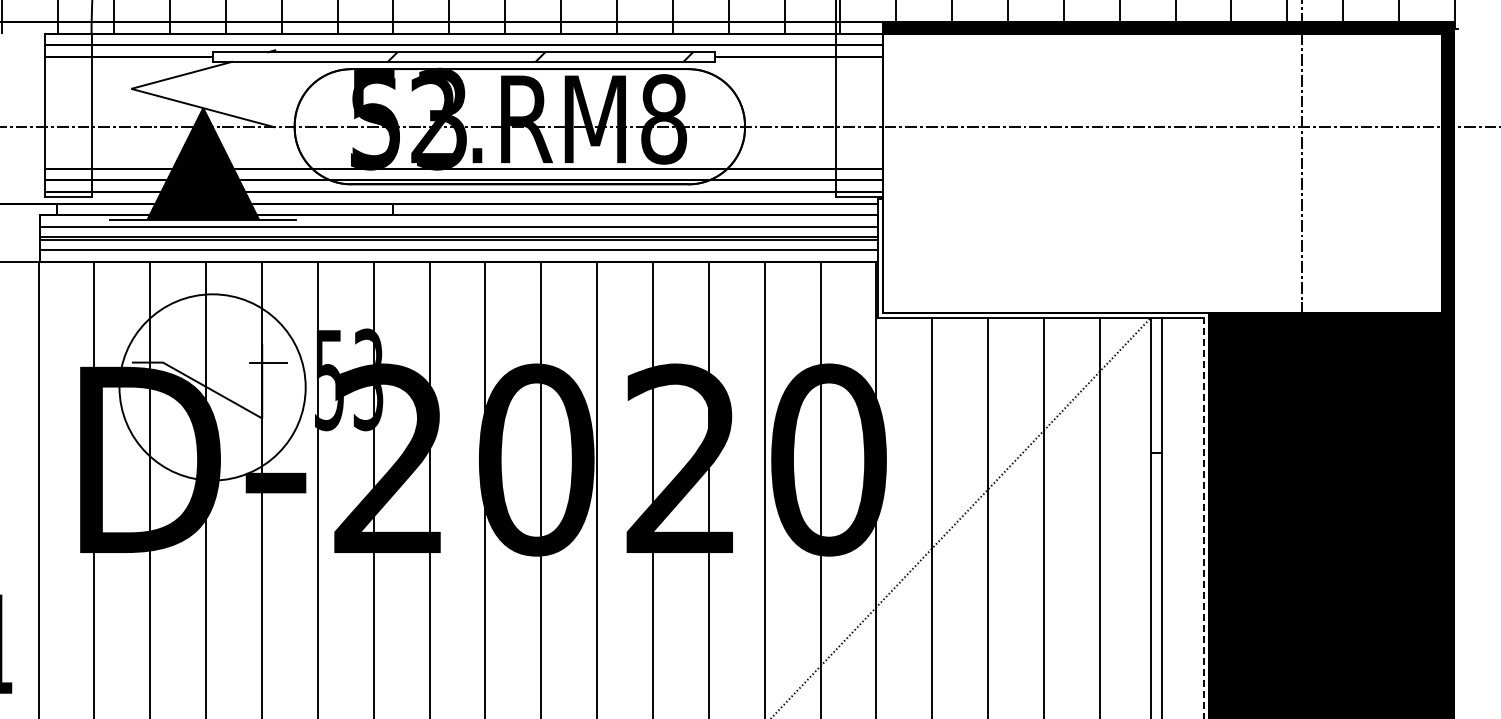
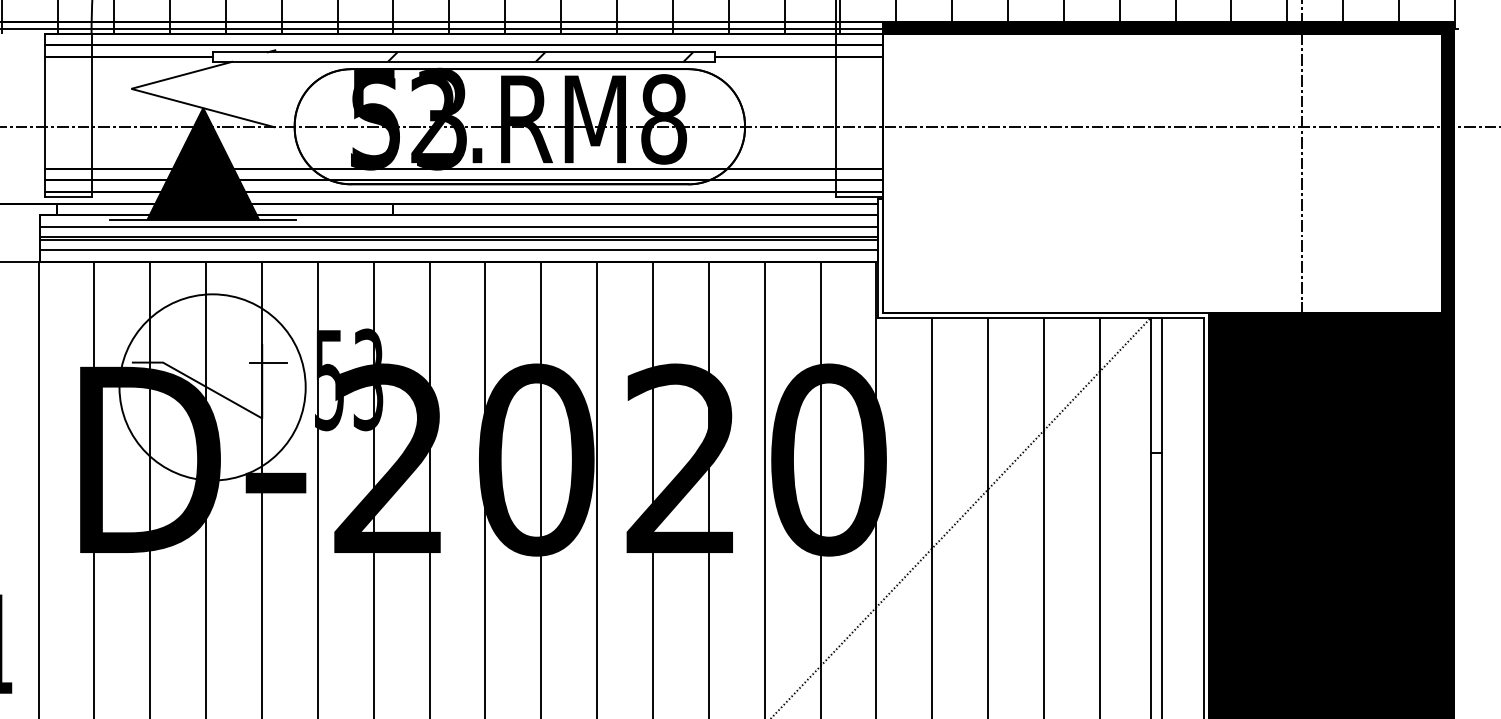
line at (442, 29): none -> present
line at (1204, 517): dashed -> solid
